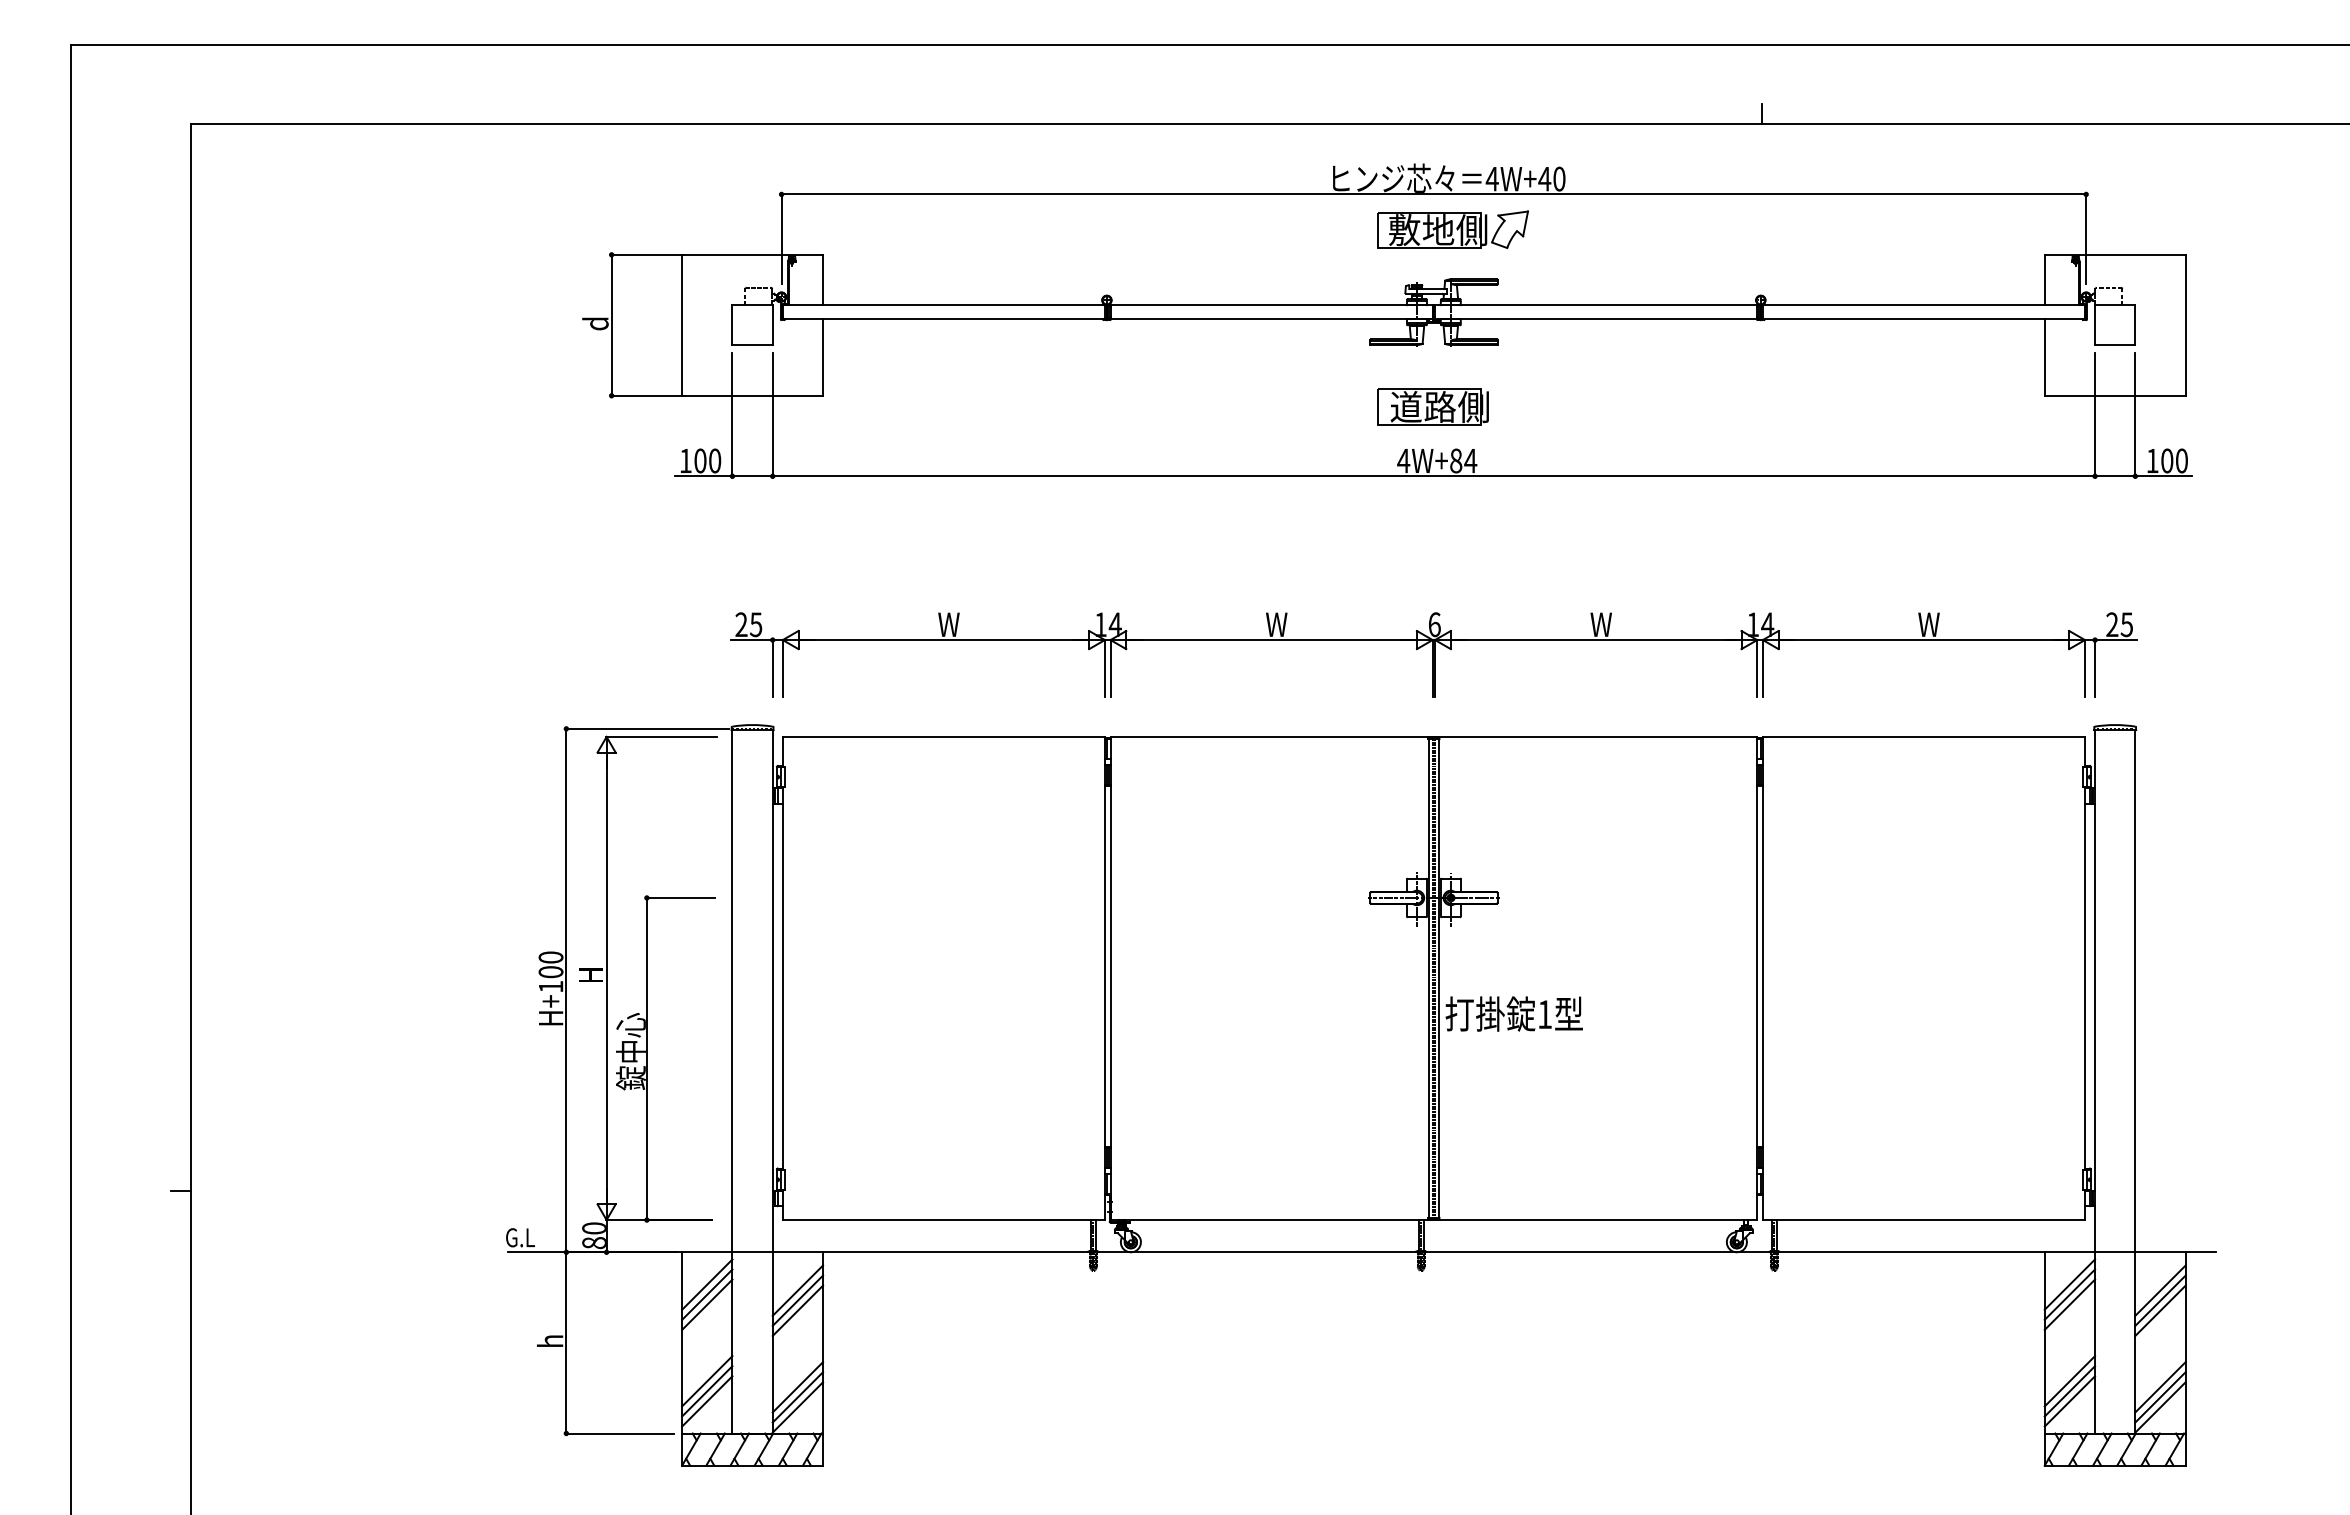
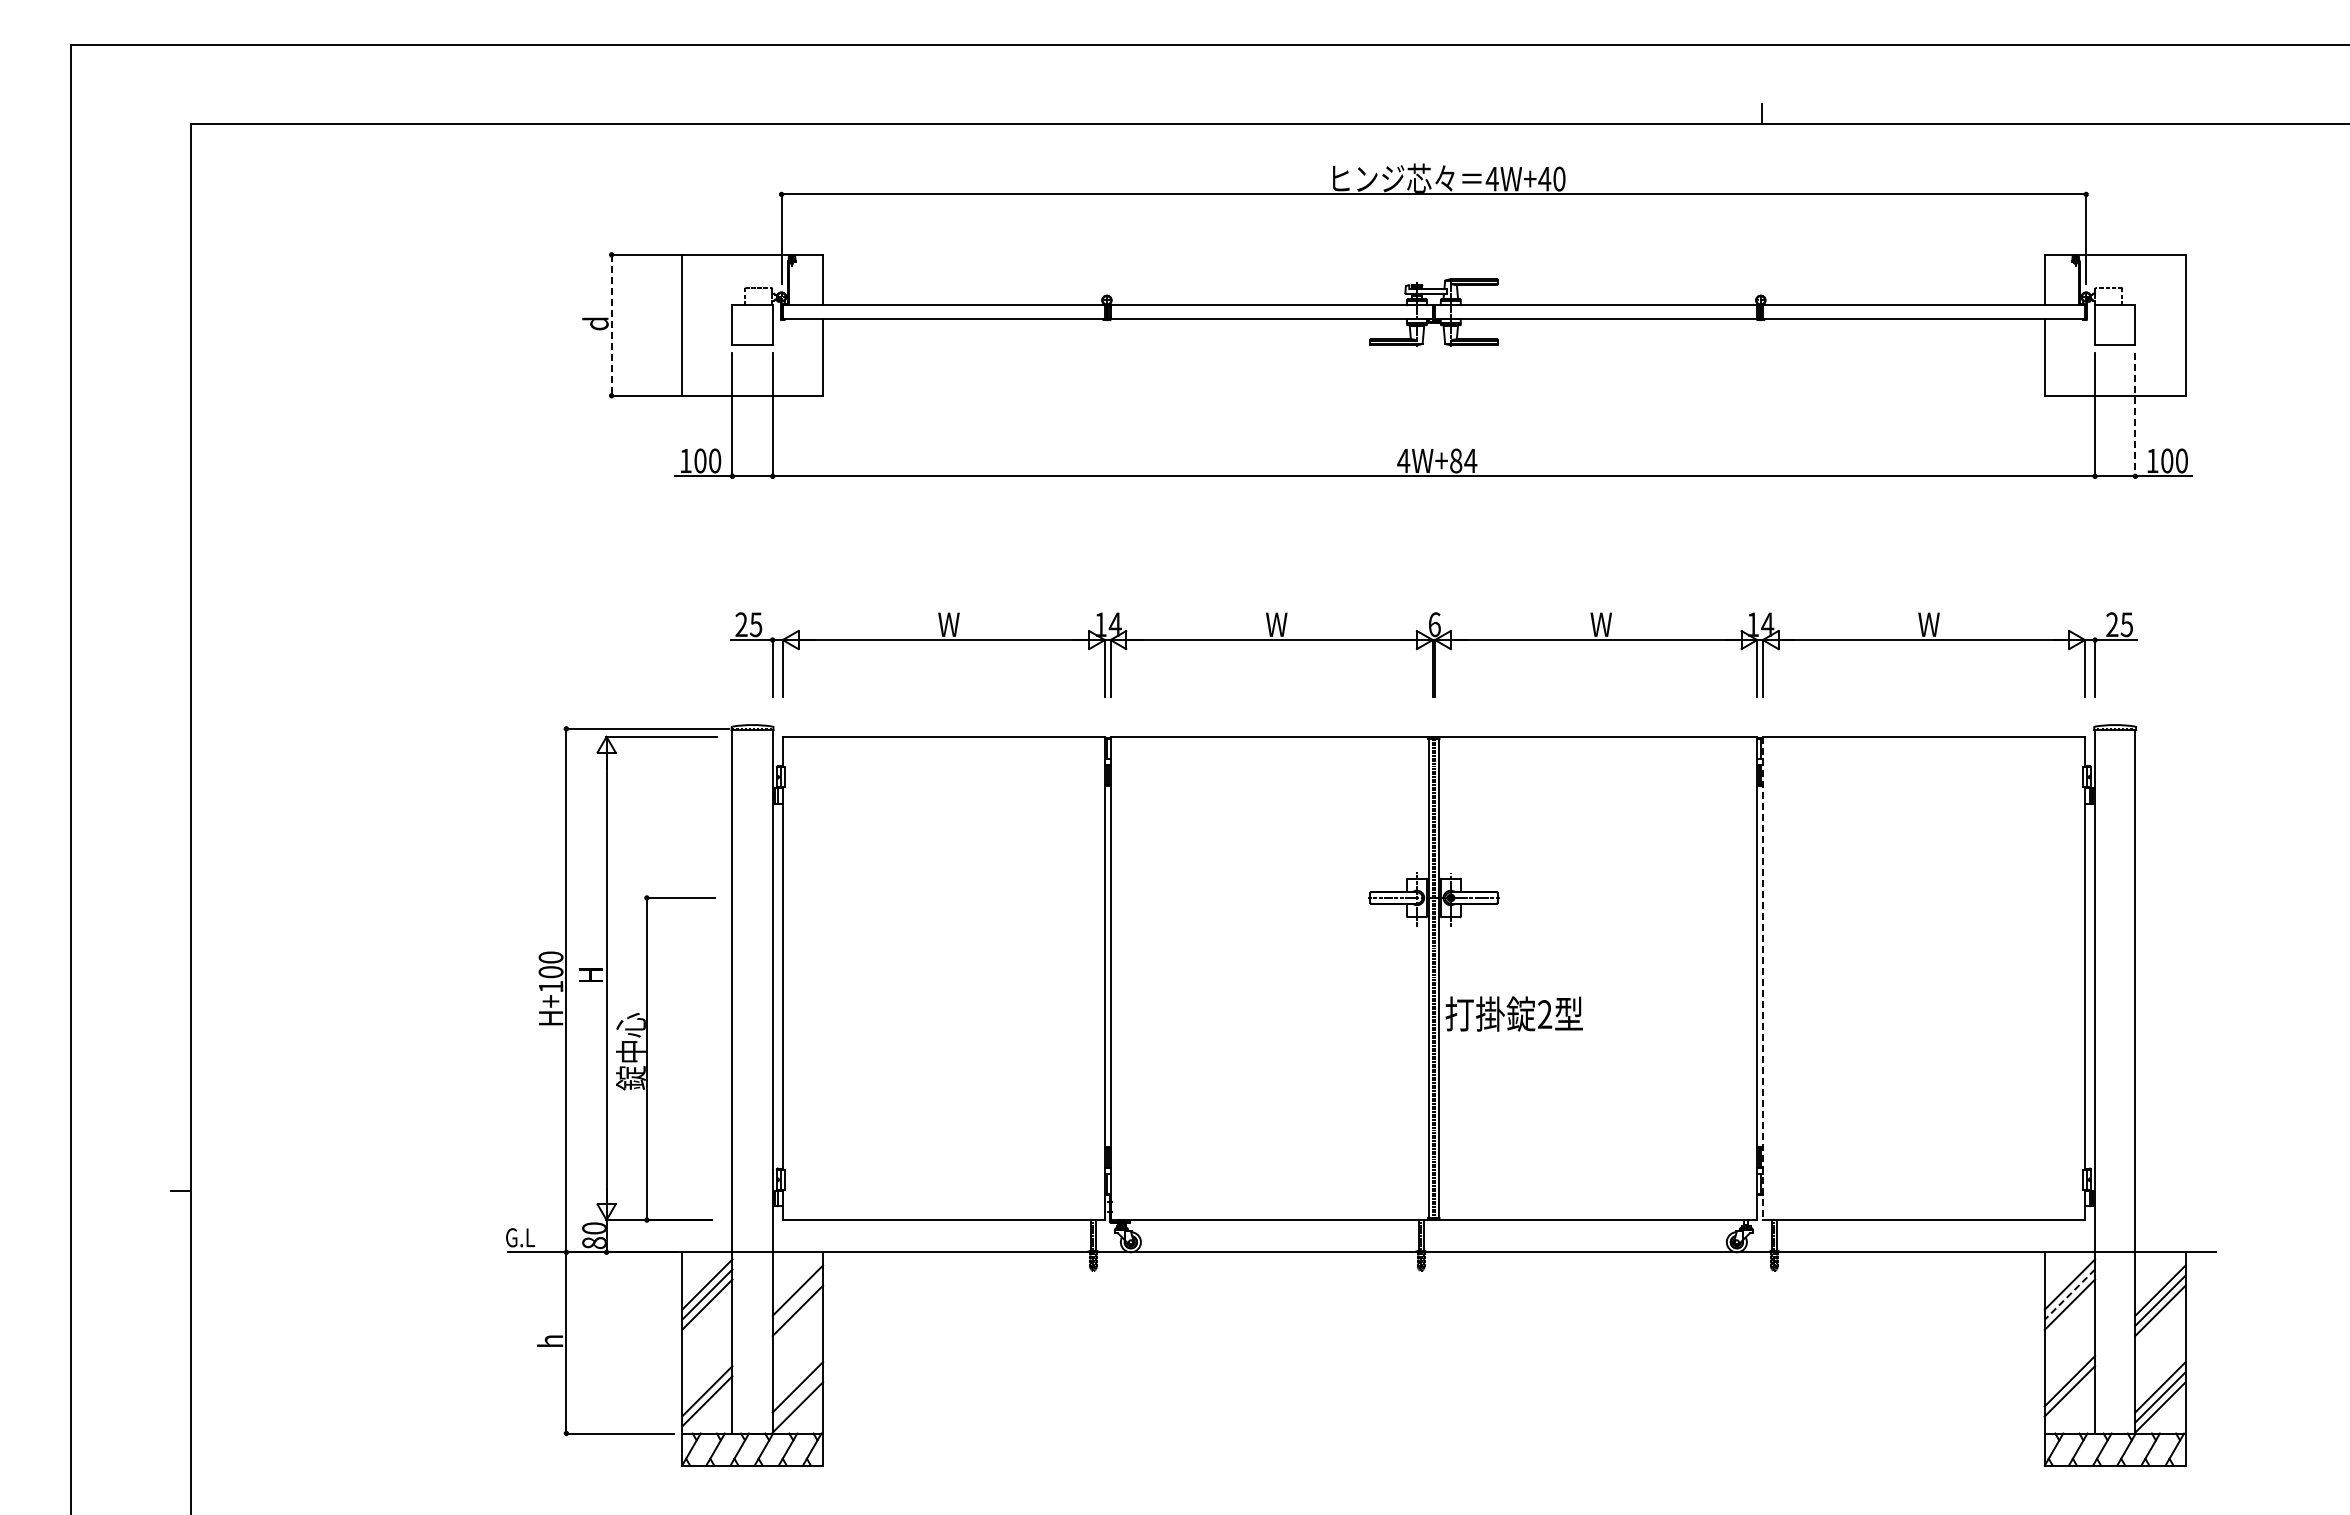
part at (1452, 229): present -> none
line at (611, 325): solid -> dashed
part at (1432, 406): present -> none
line at (2135, 415): solid -> dashed
line at (1762, 978): solid -> dashed
text at (1545, 1014): 1 -> 2
line at (2069, 1294): solid -> dashed
line at (797, 1300): present -> none
line at (707, 1381): present -> none
line at (797, 1397): present -> none
line at (2069, 1401): present -> none
